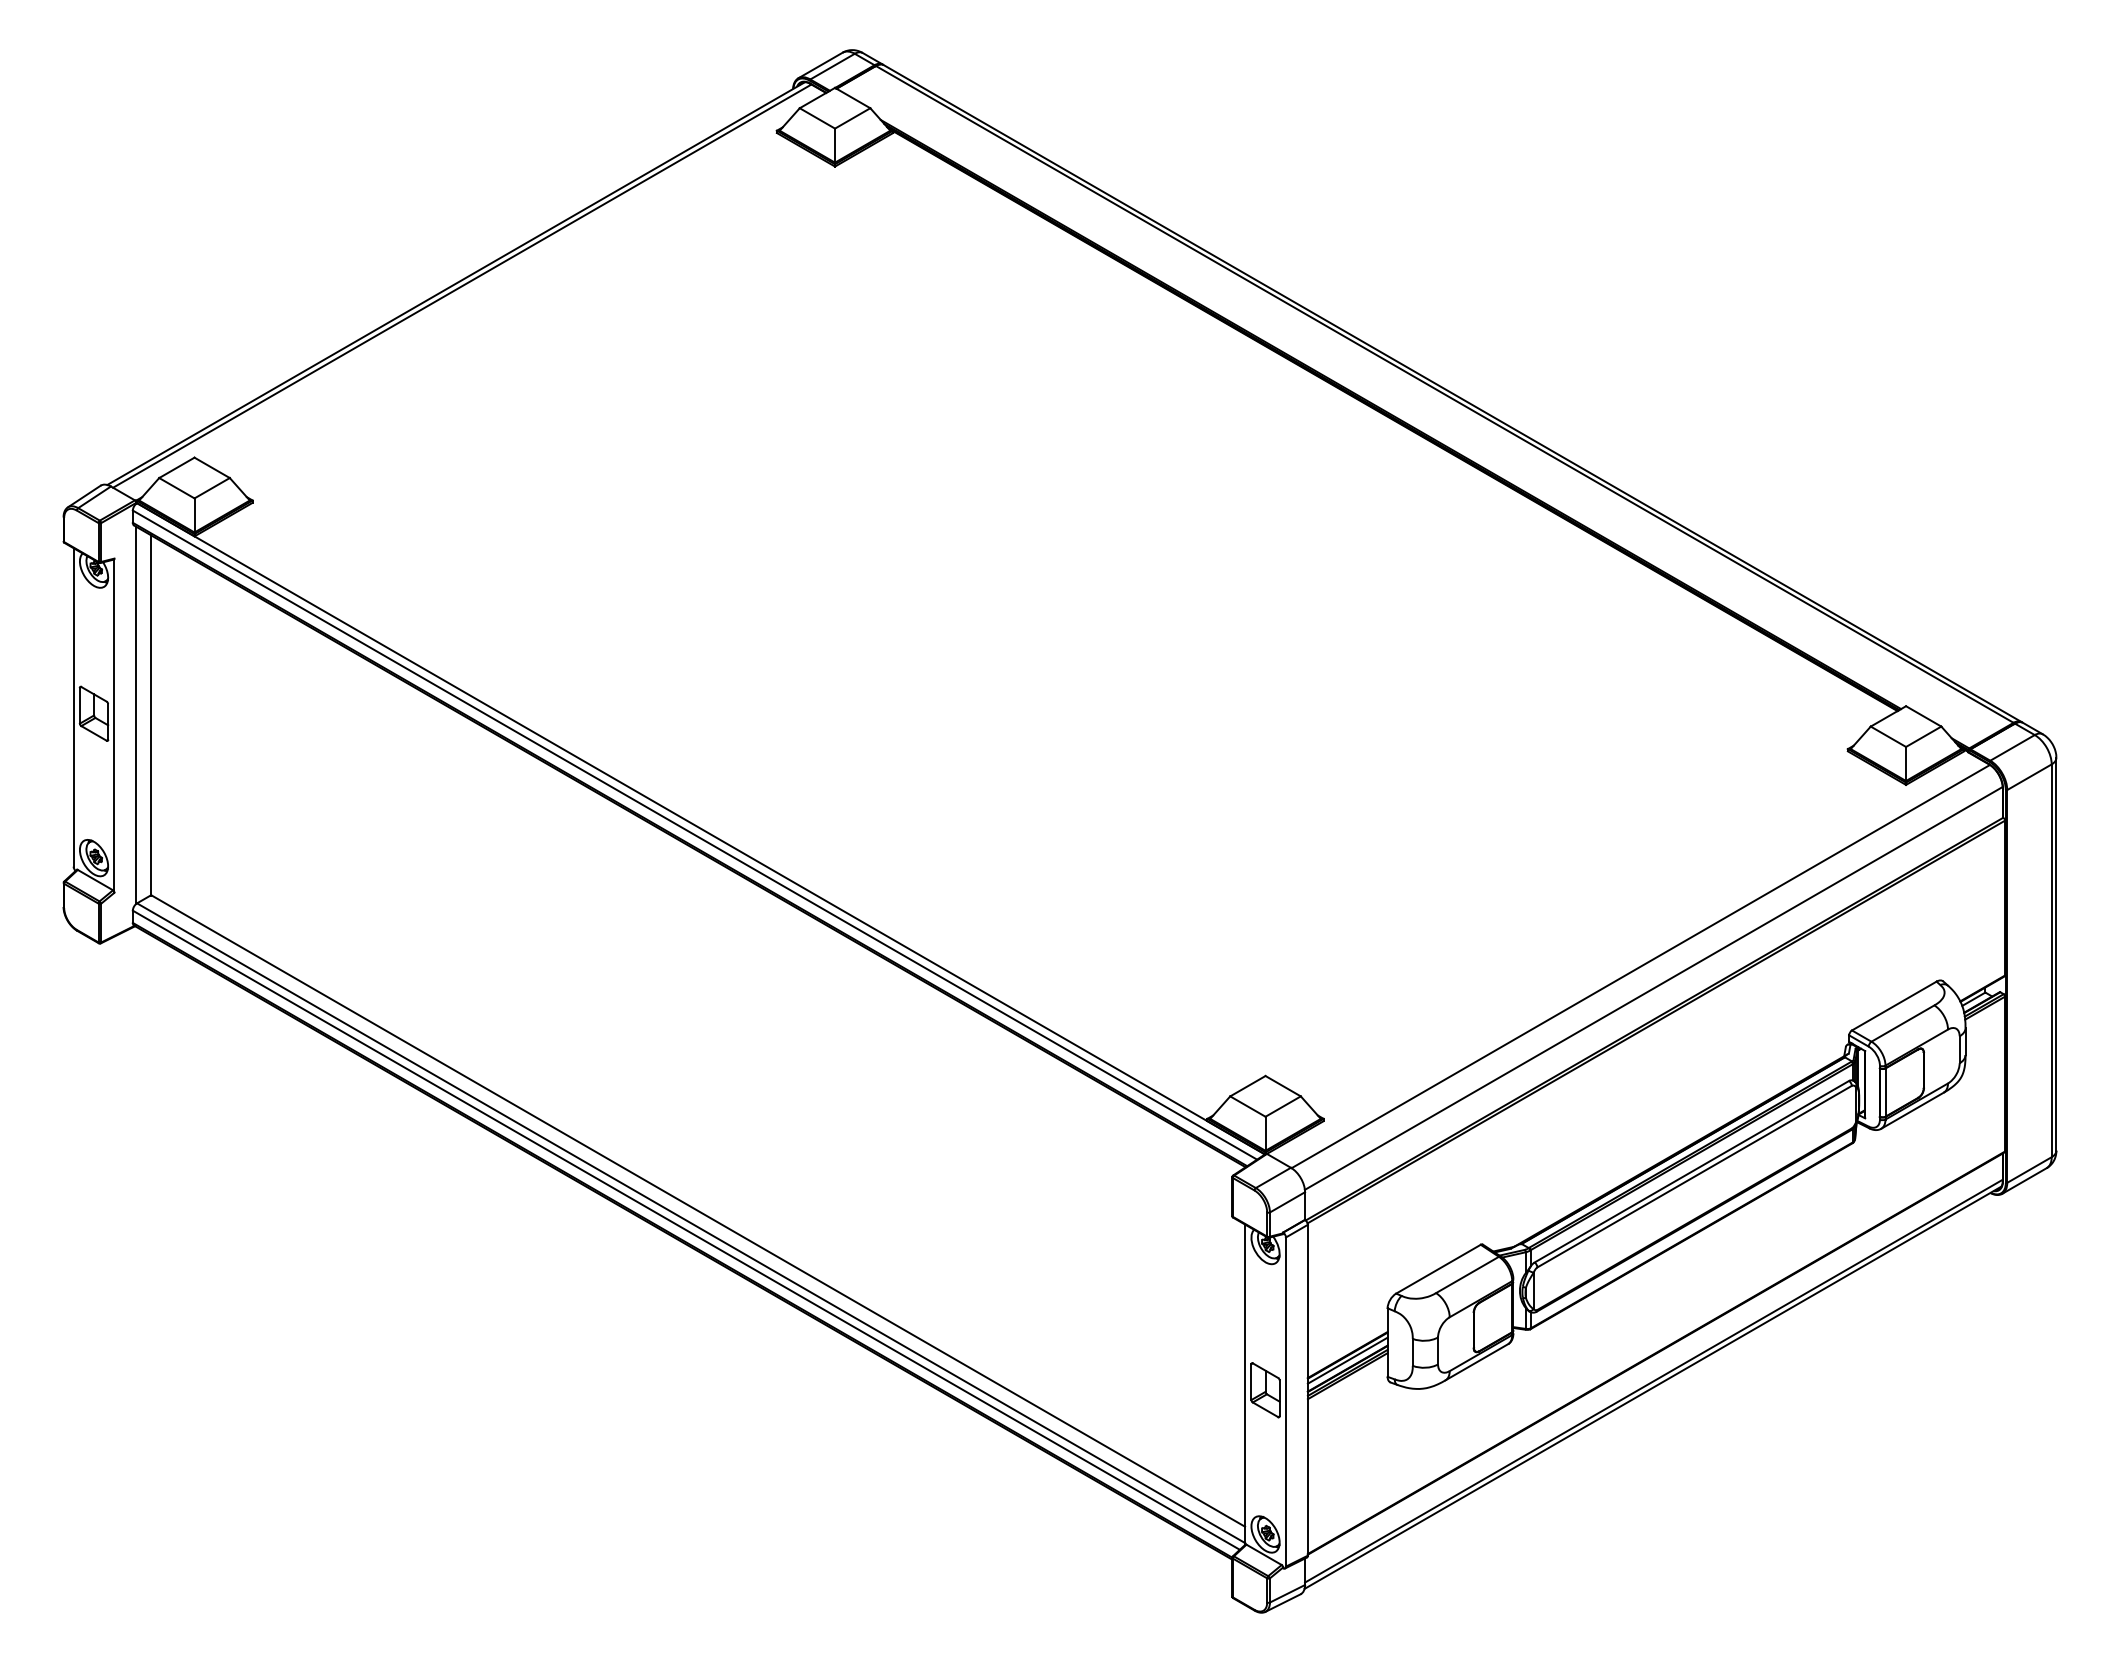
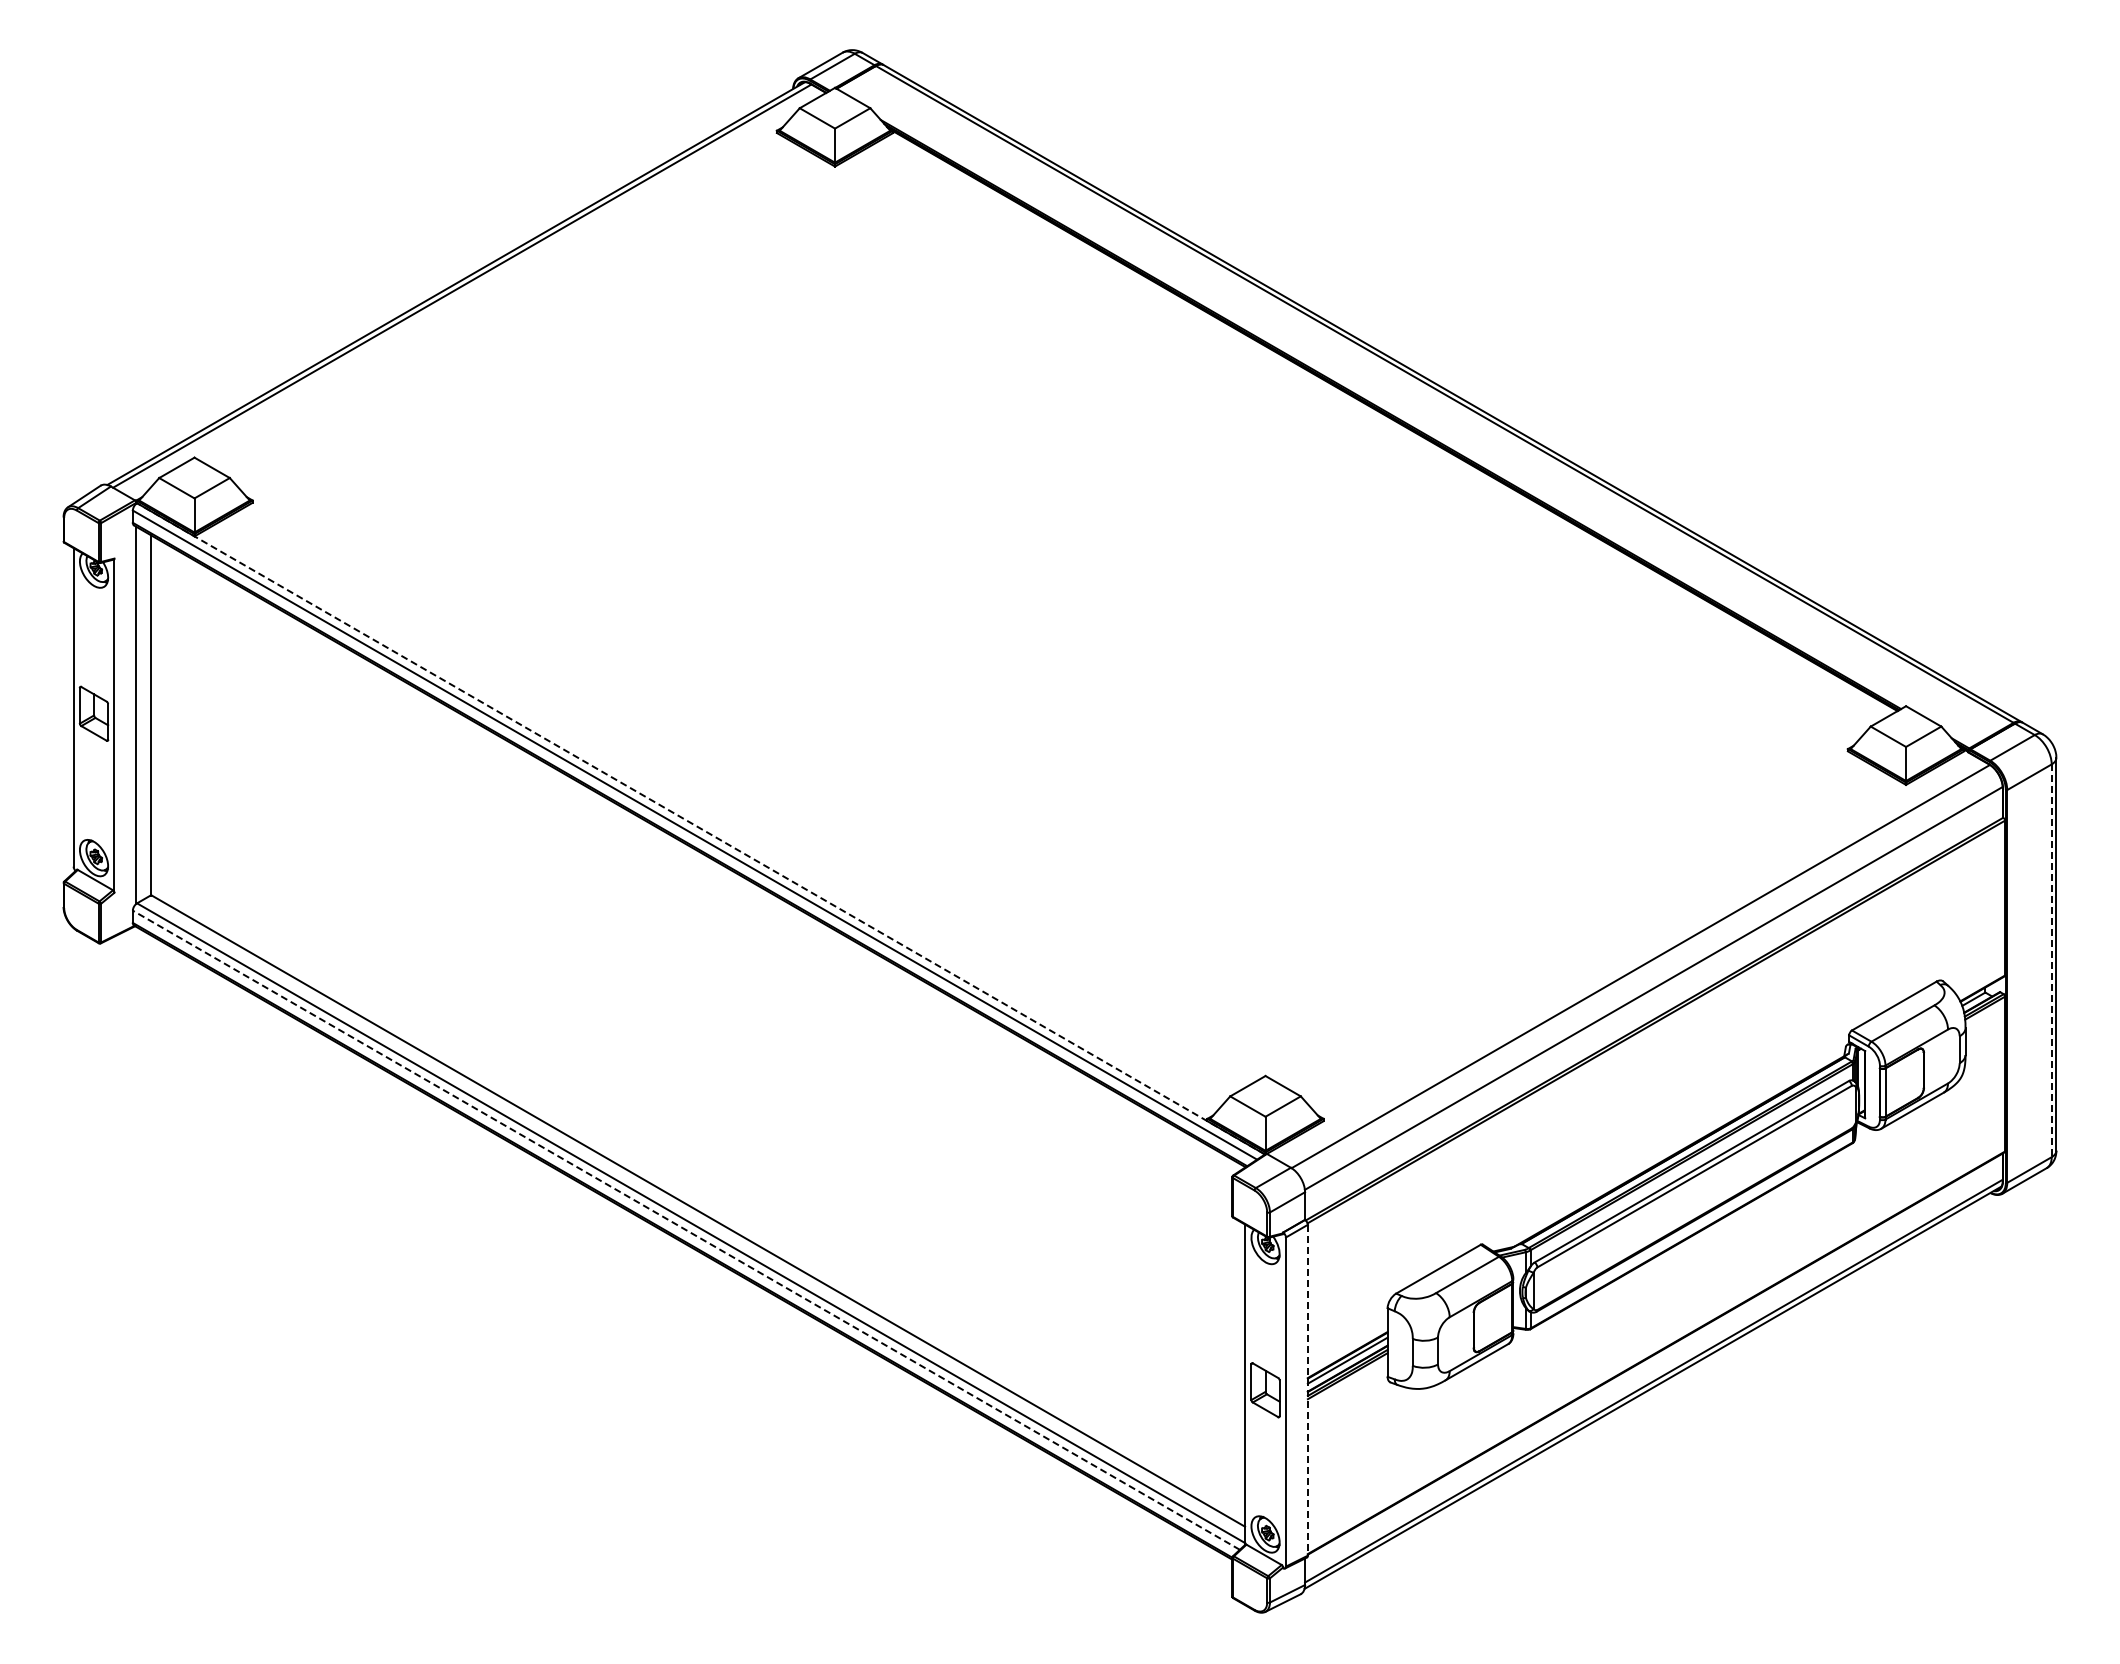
line at (700, 828): solid -> dashed
line at (2051, 961): solid -> dashed
line at (685, 1229): solid -> dashed
line at (1307, 1390): solid -> dashed
